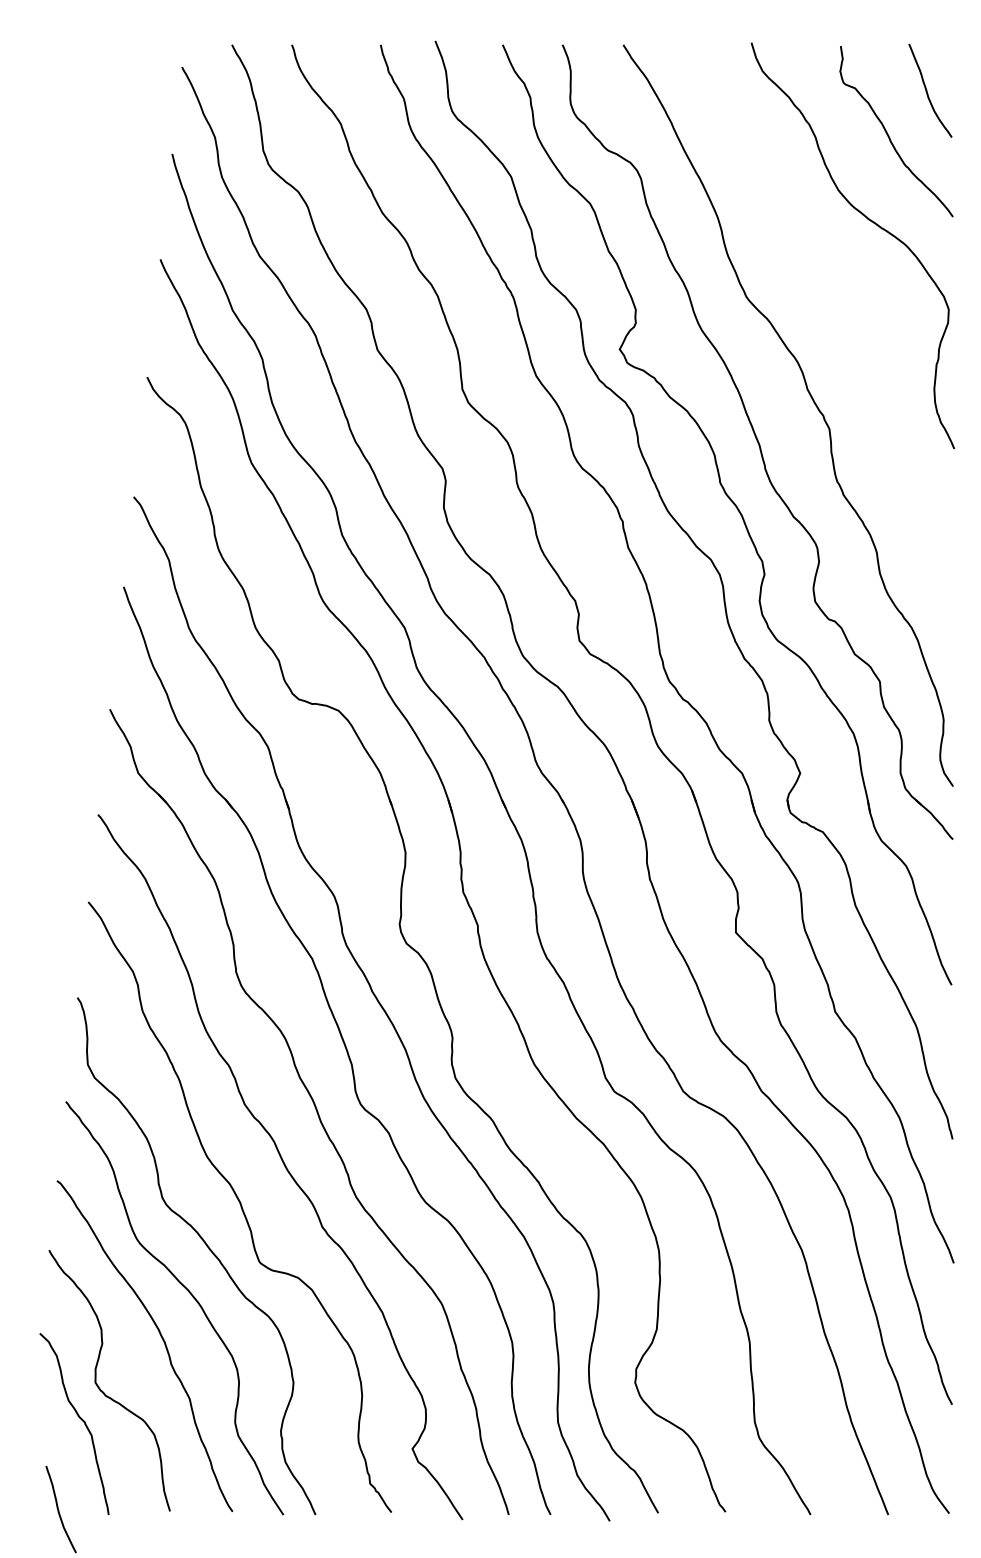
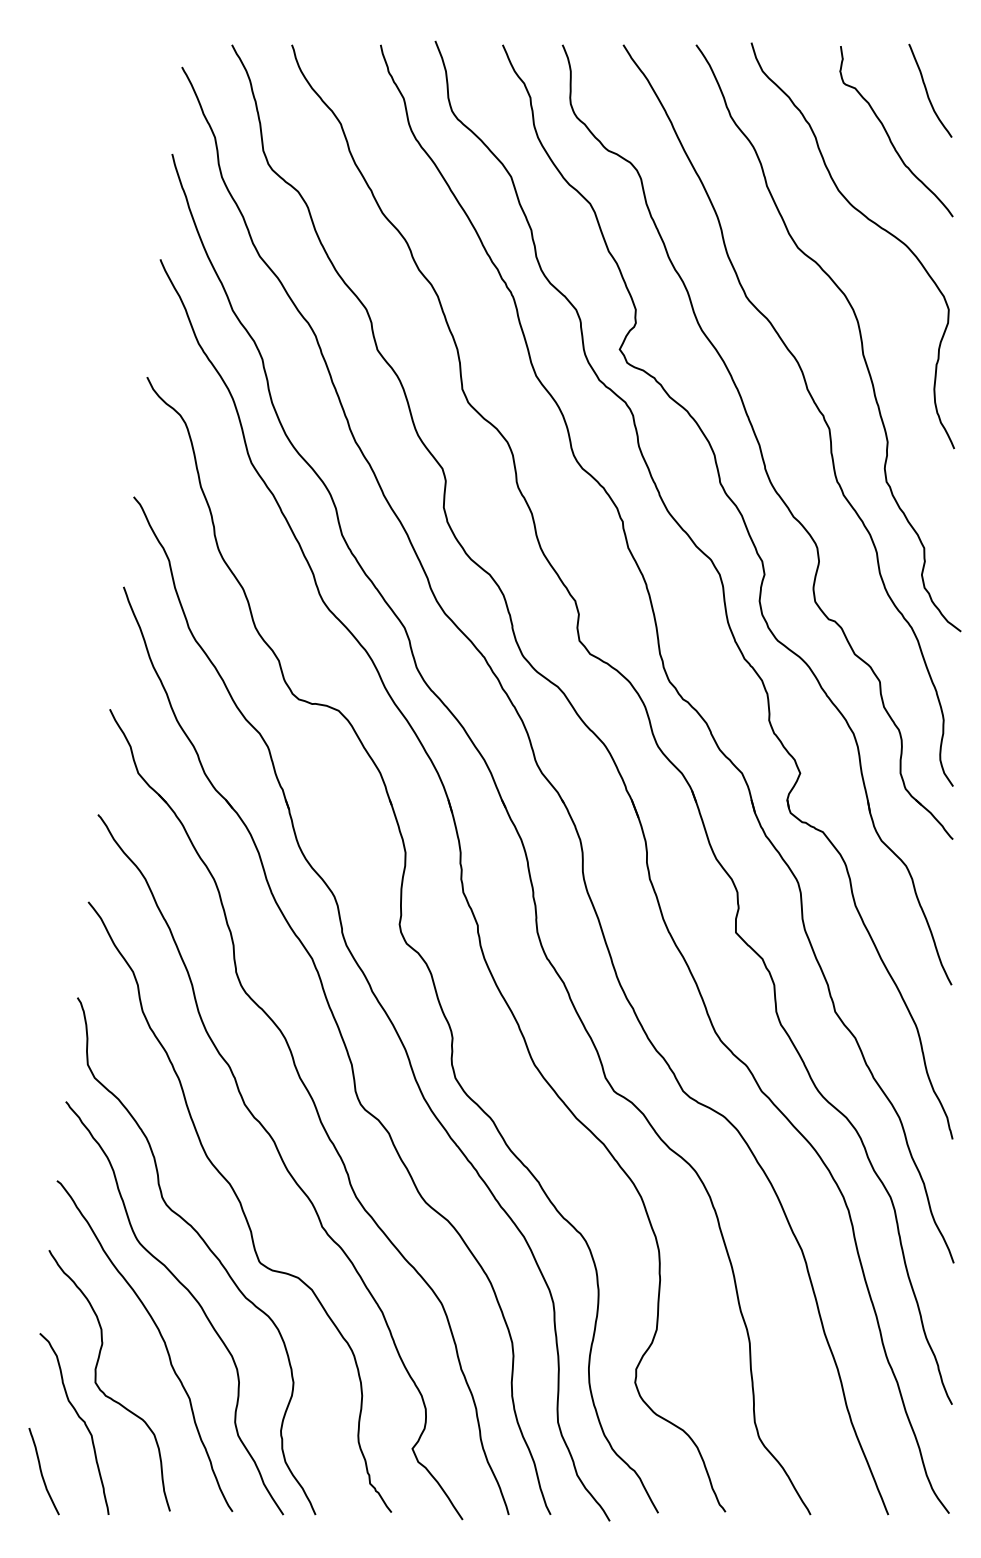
curve at (858, 330): none -> present
curve at (59, 1510) position: (59, 1510) -> (42, 1472)
